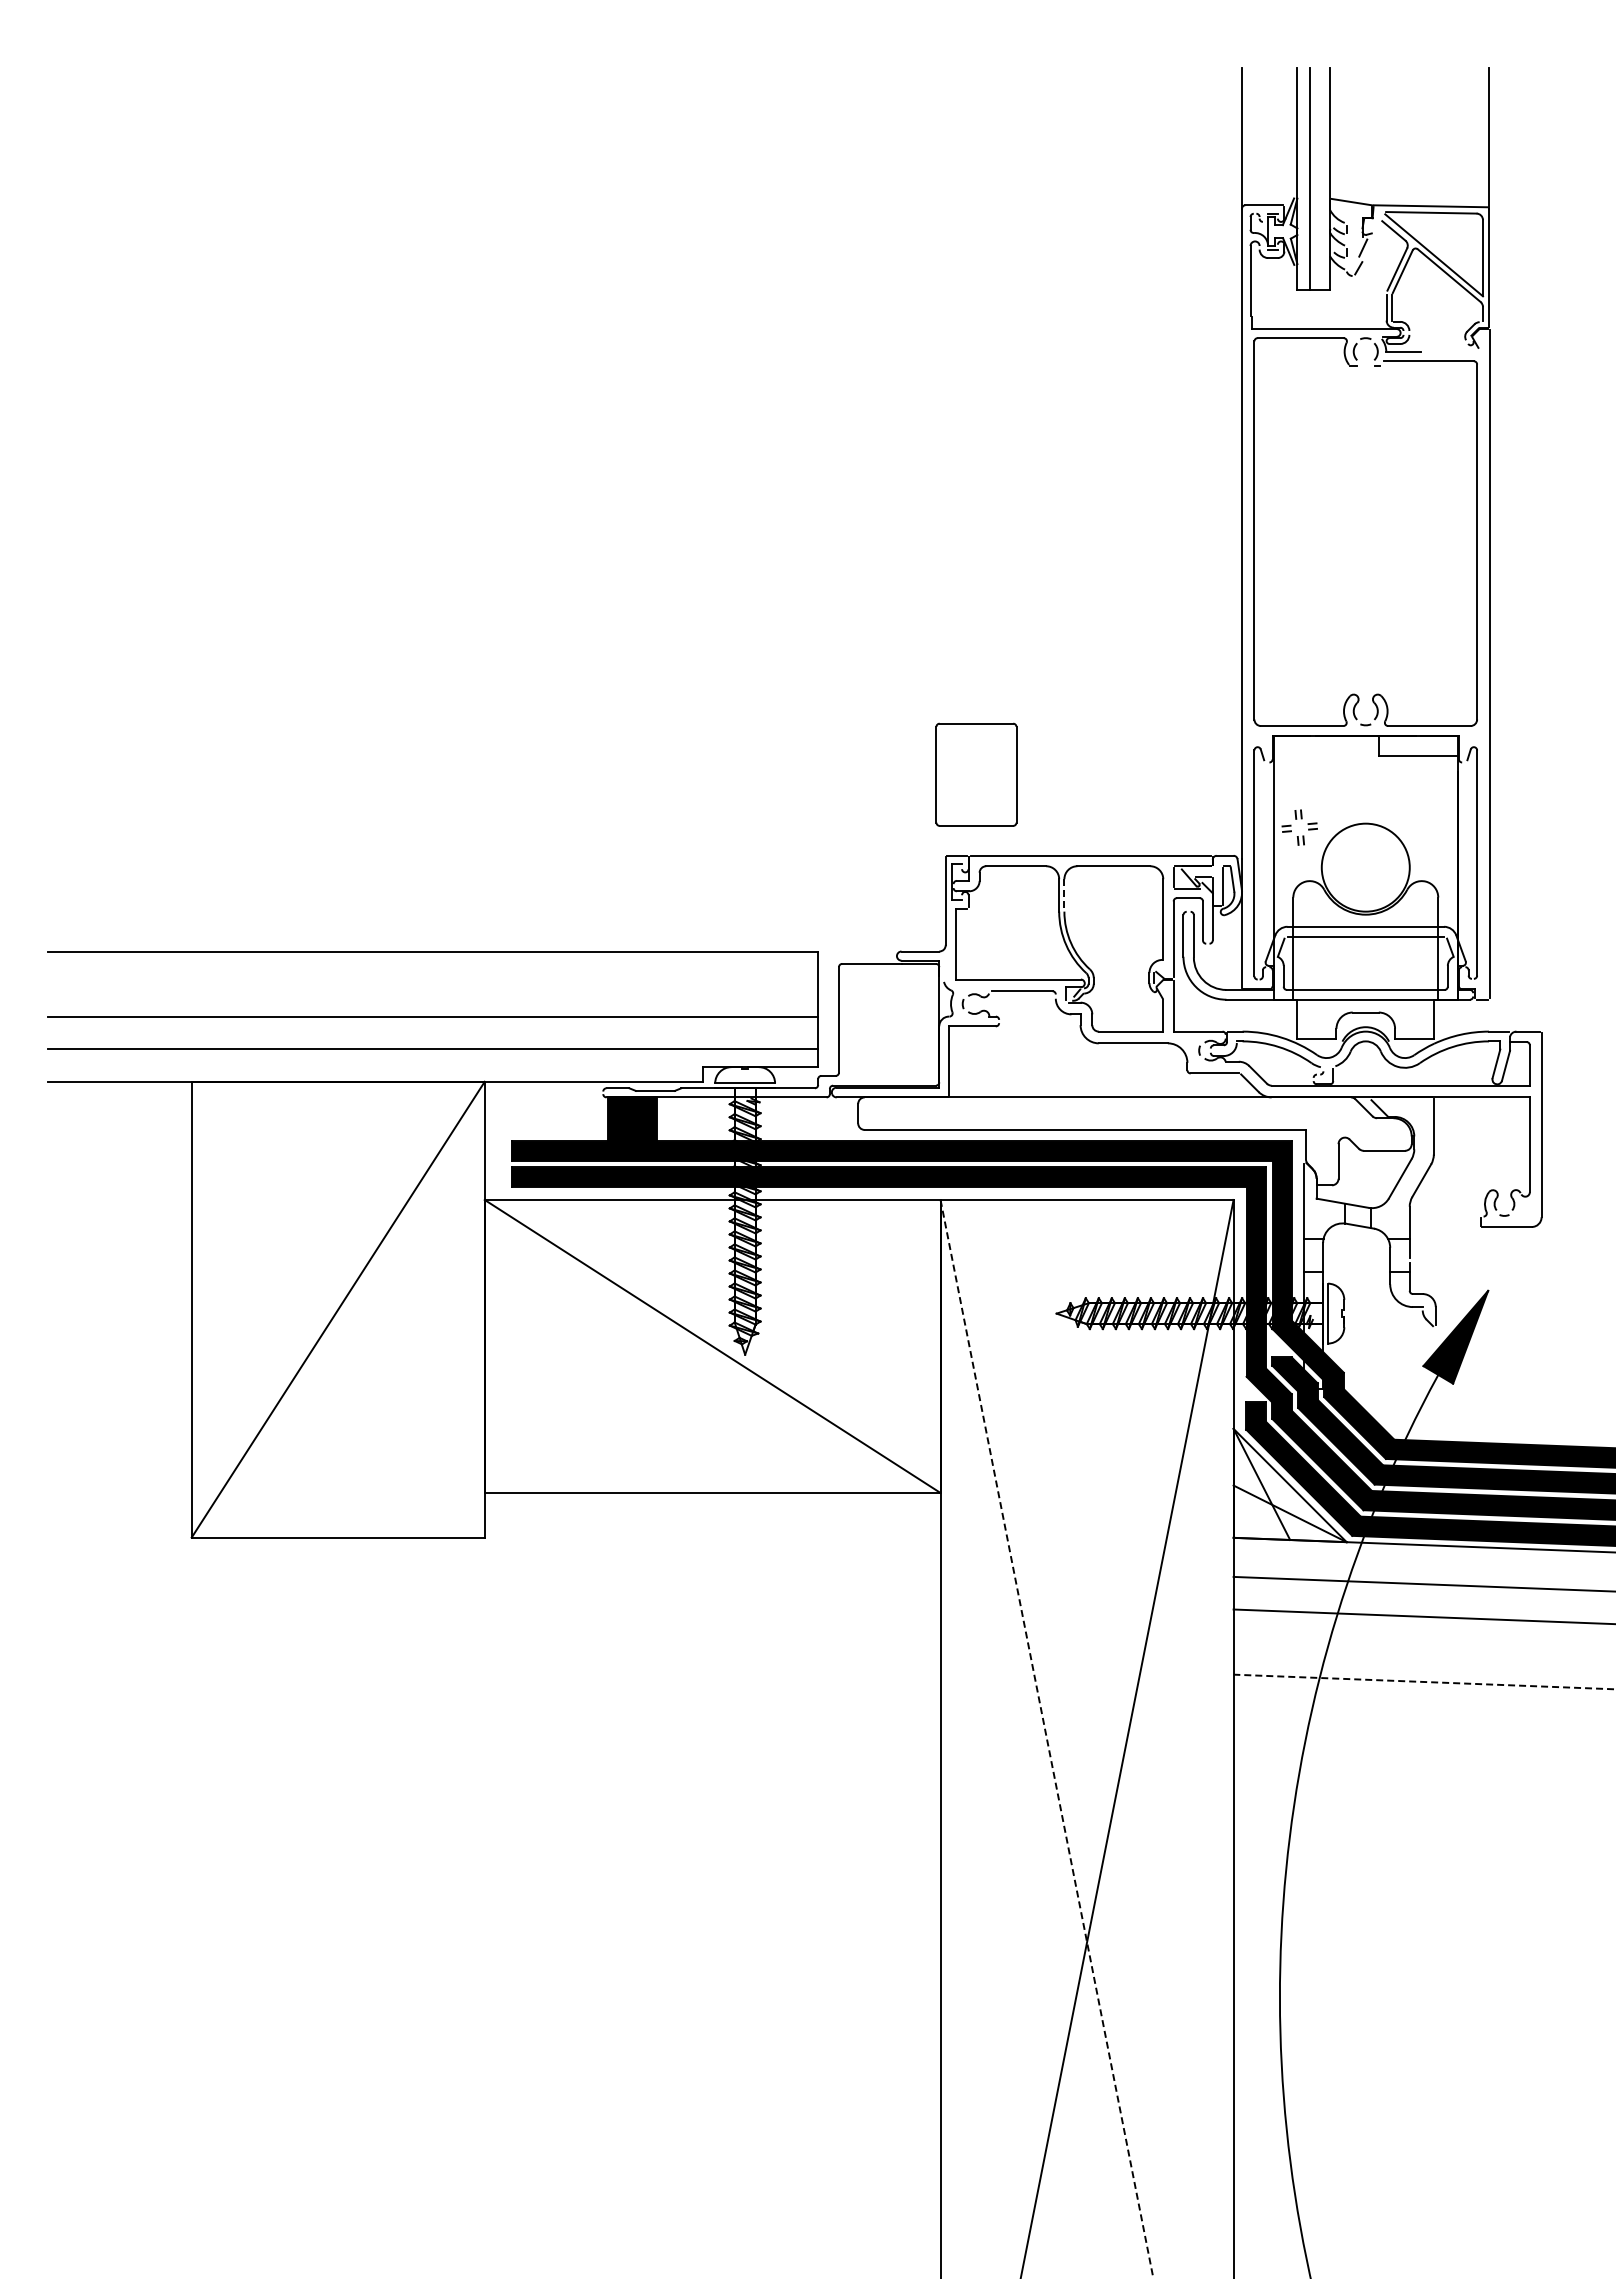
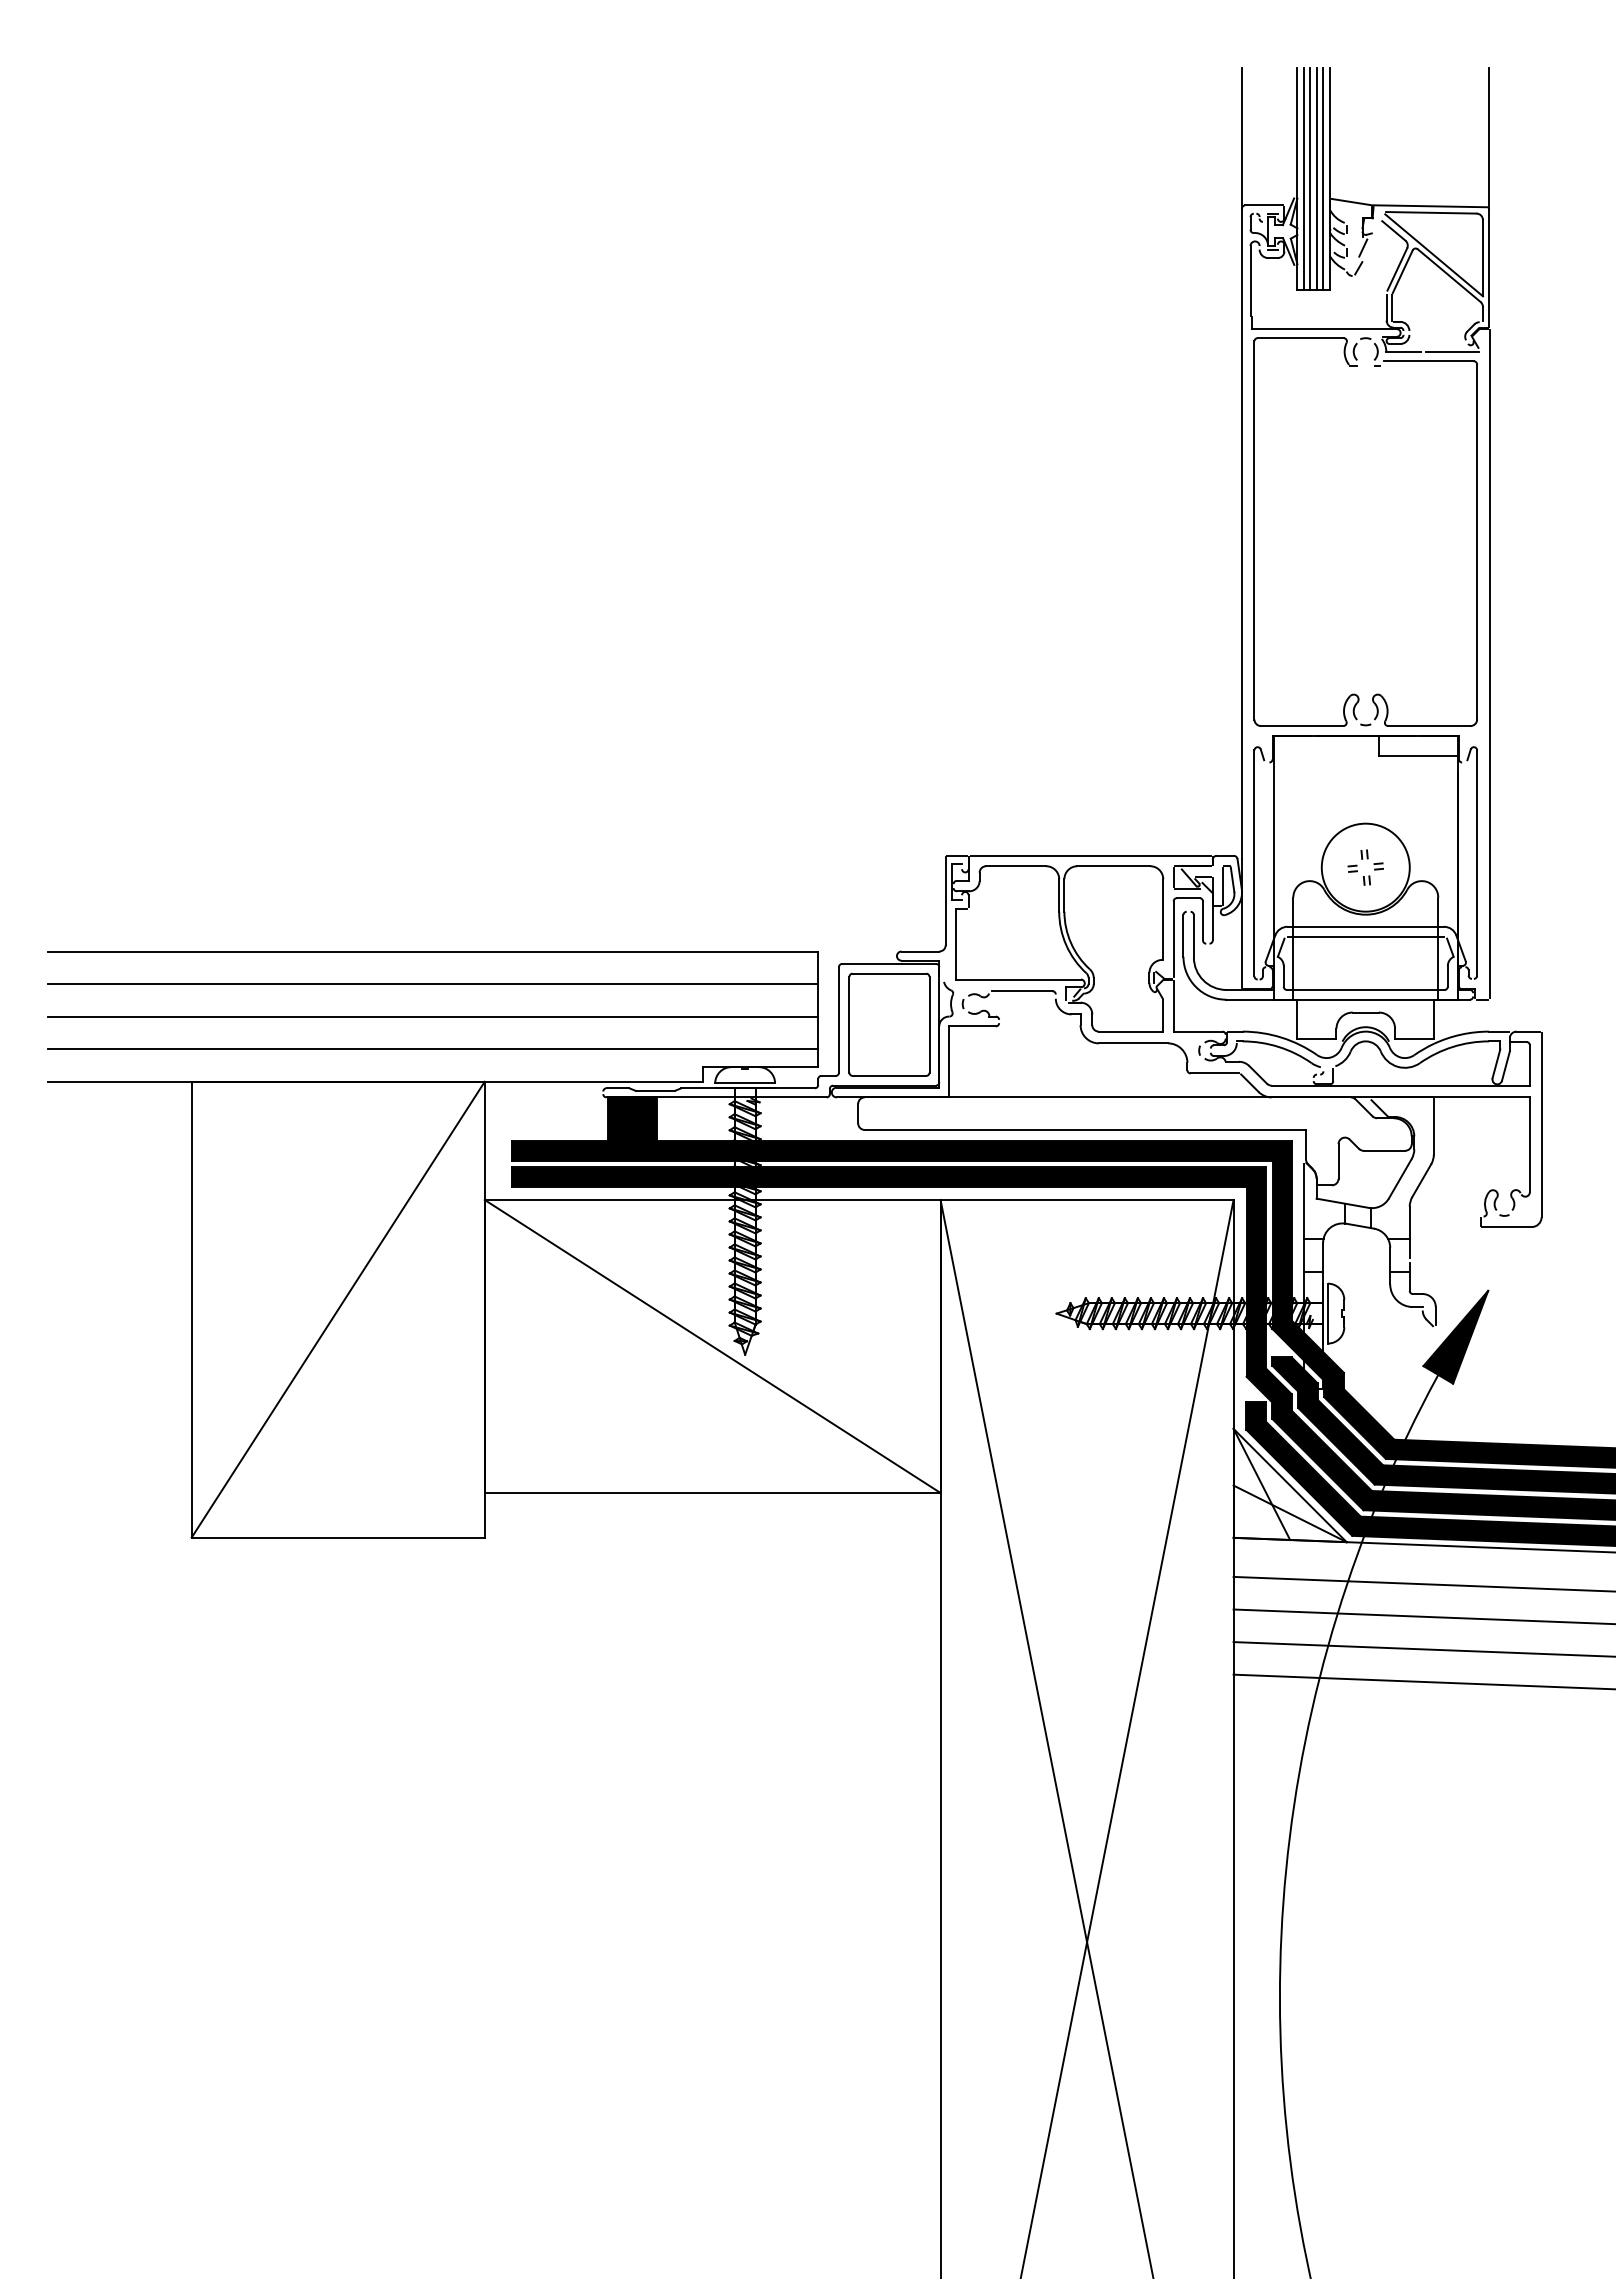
line at (1303, 178): none -> present
line at (1316, 178): none -> present
line at (1323, 178): none -> present
line at (1451, 352): none -> present
part at (976, 774) position: (976, 774) -> (889, 1024)
part at (1291, 826) position: (1291, 826) -> (1357, 866)
line at (1064, 895): dashed -> solid
line at (433, 984): none -> present
line at (1422, 1649): none -> present
line at (1424, 1682): dashed -> solid
line at (1047, 1739): dashed -> solid
